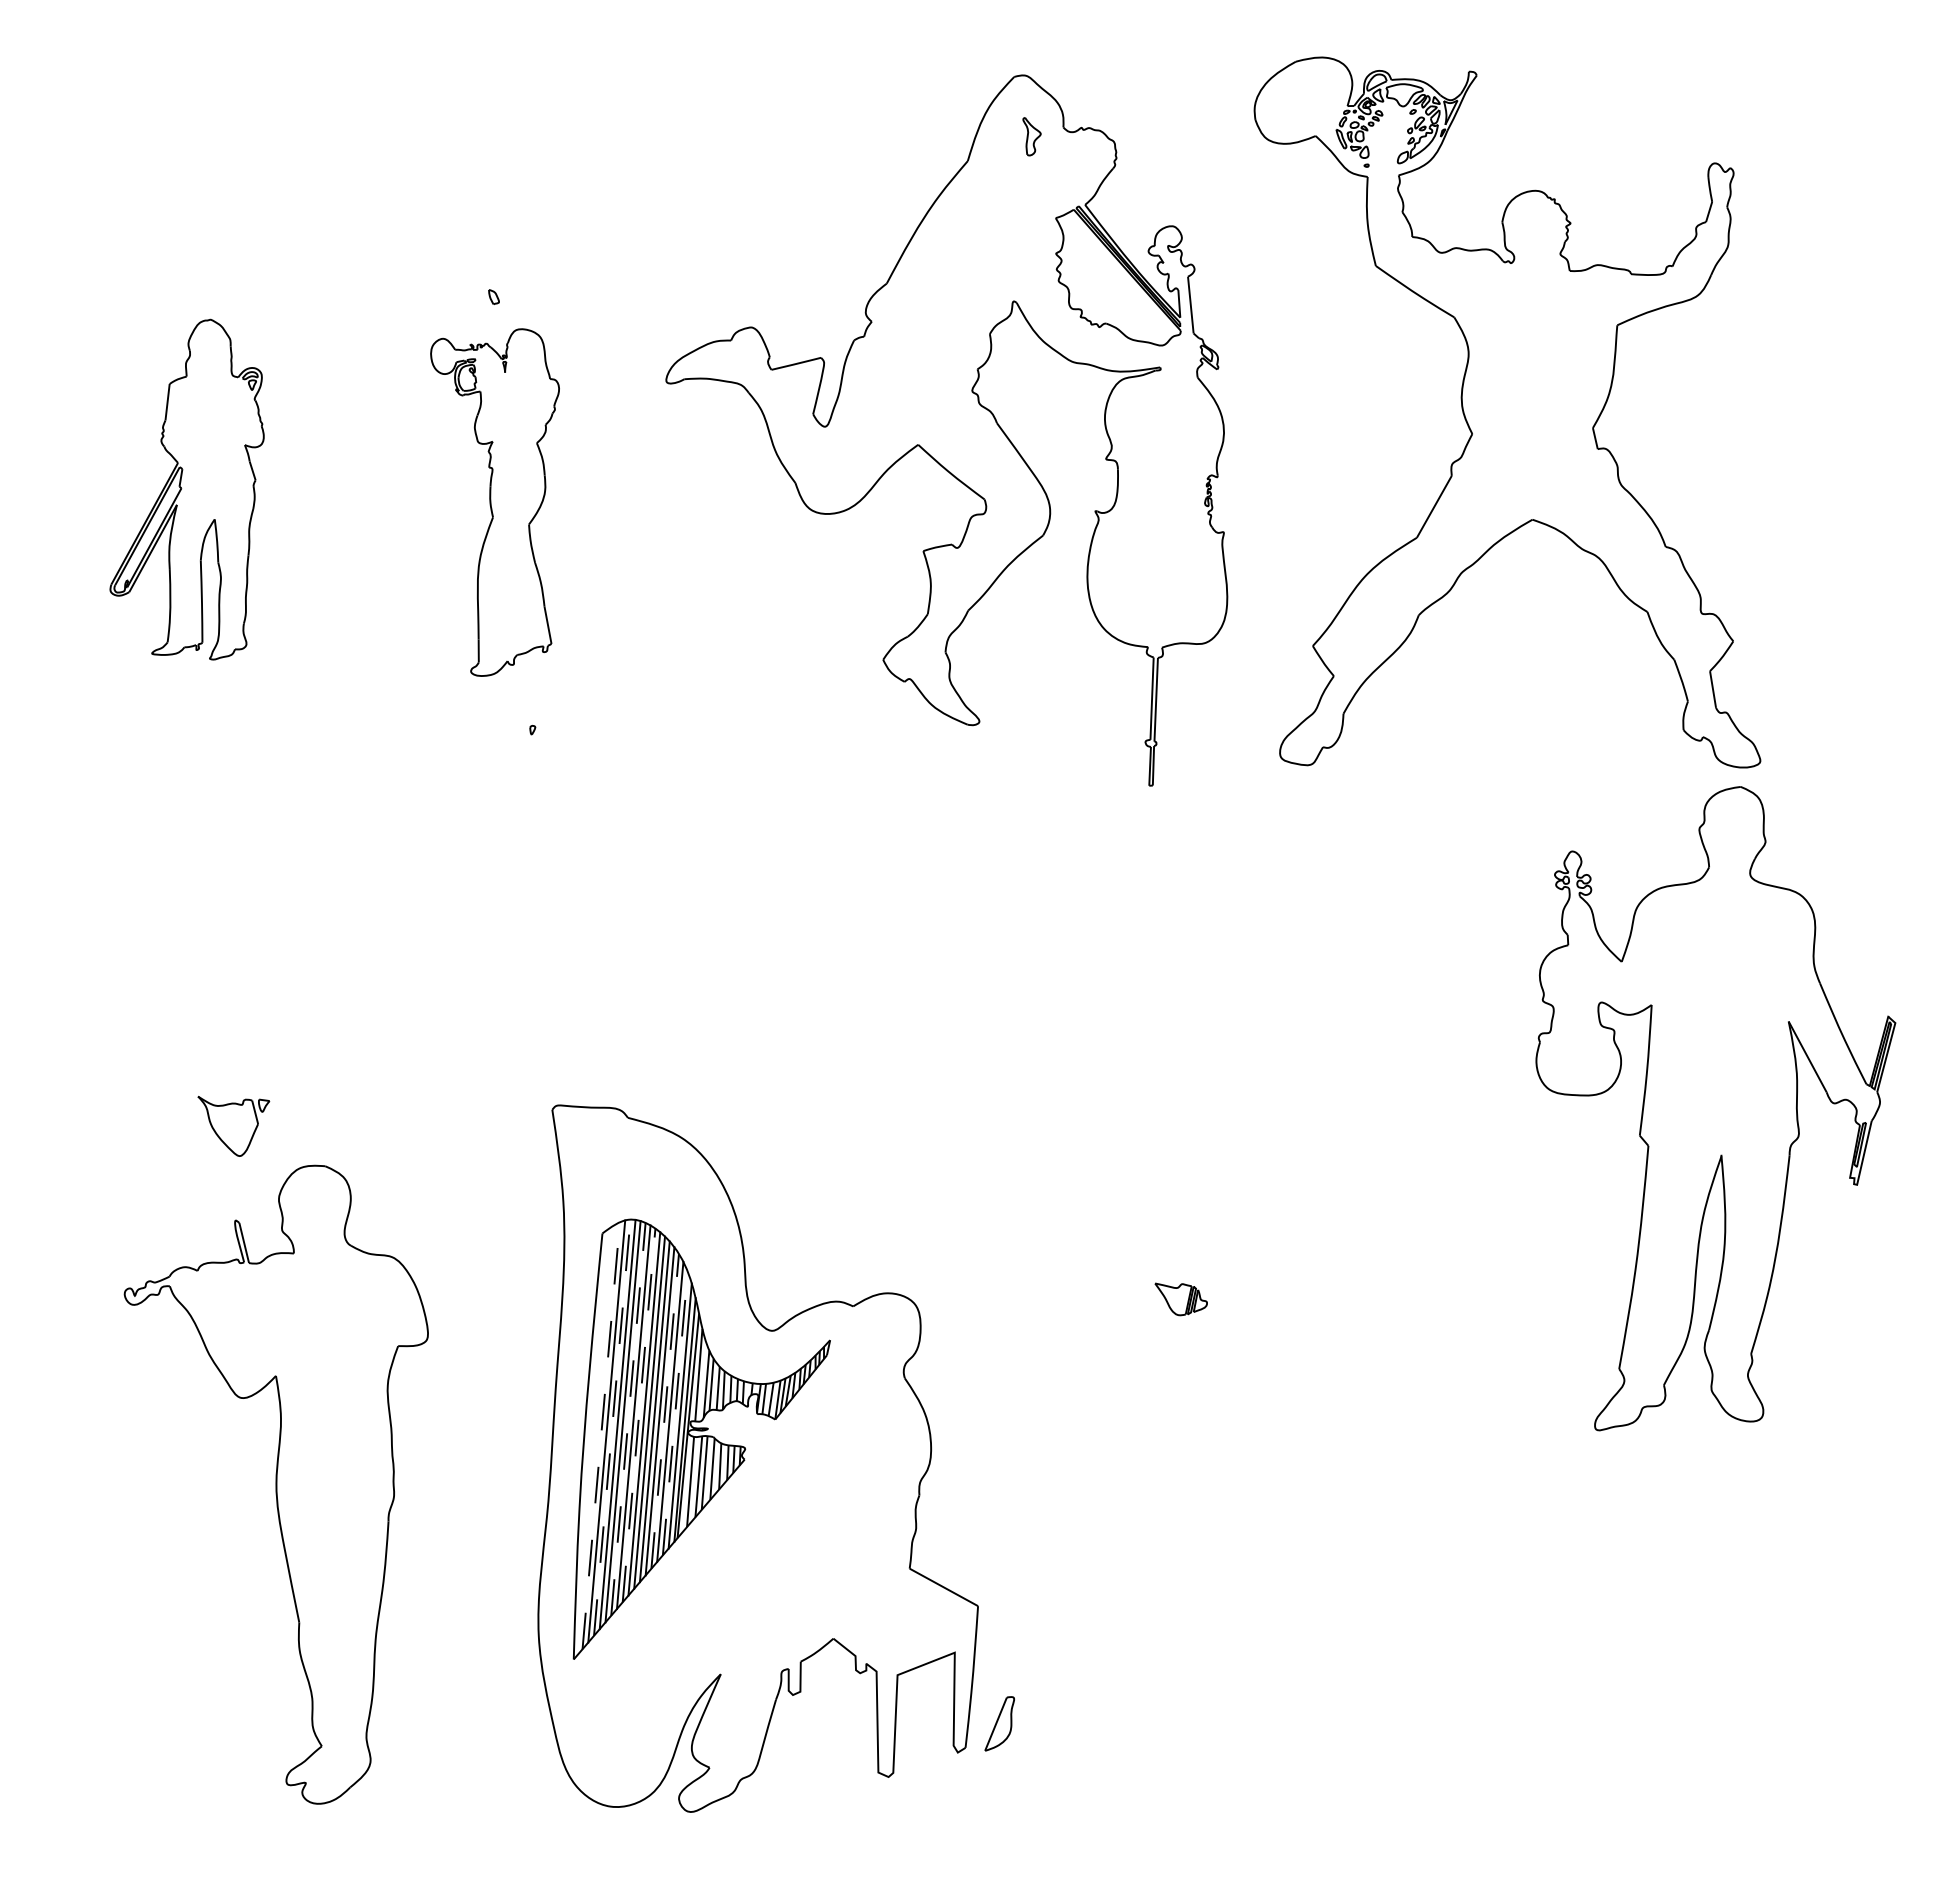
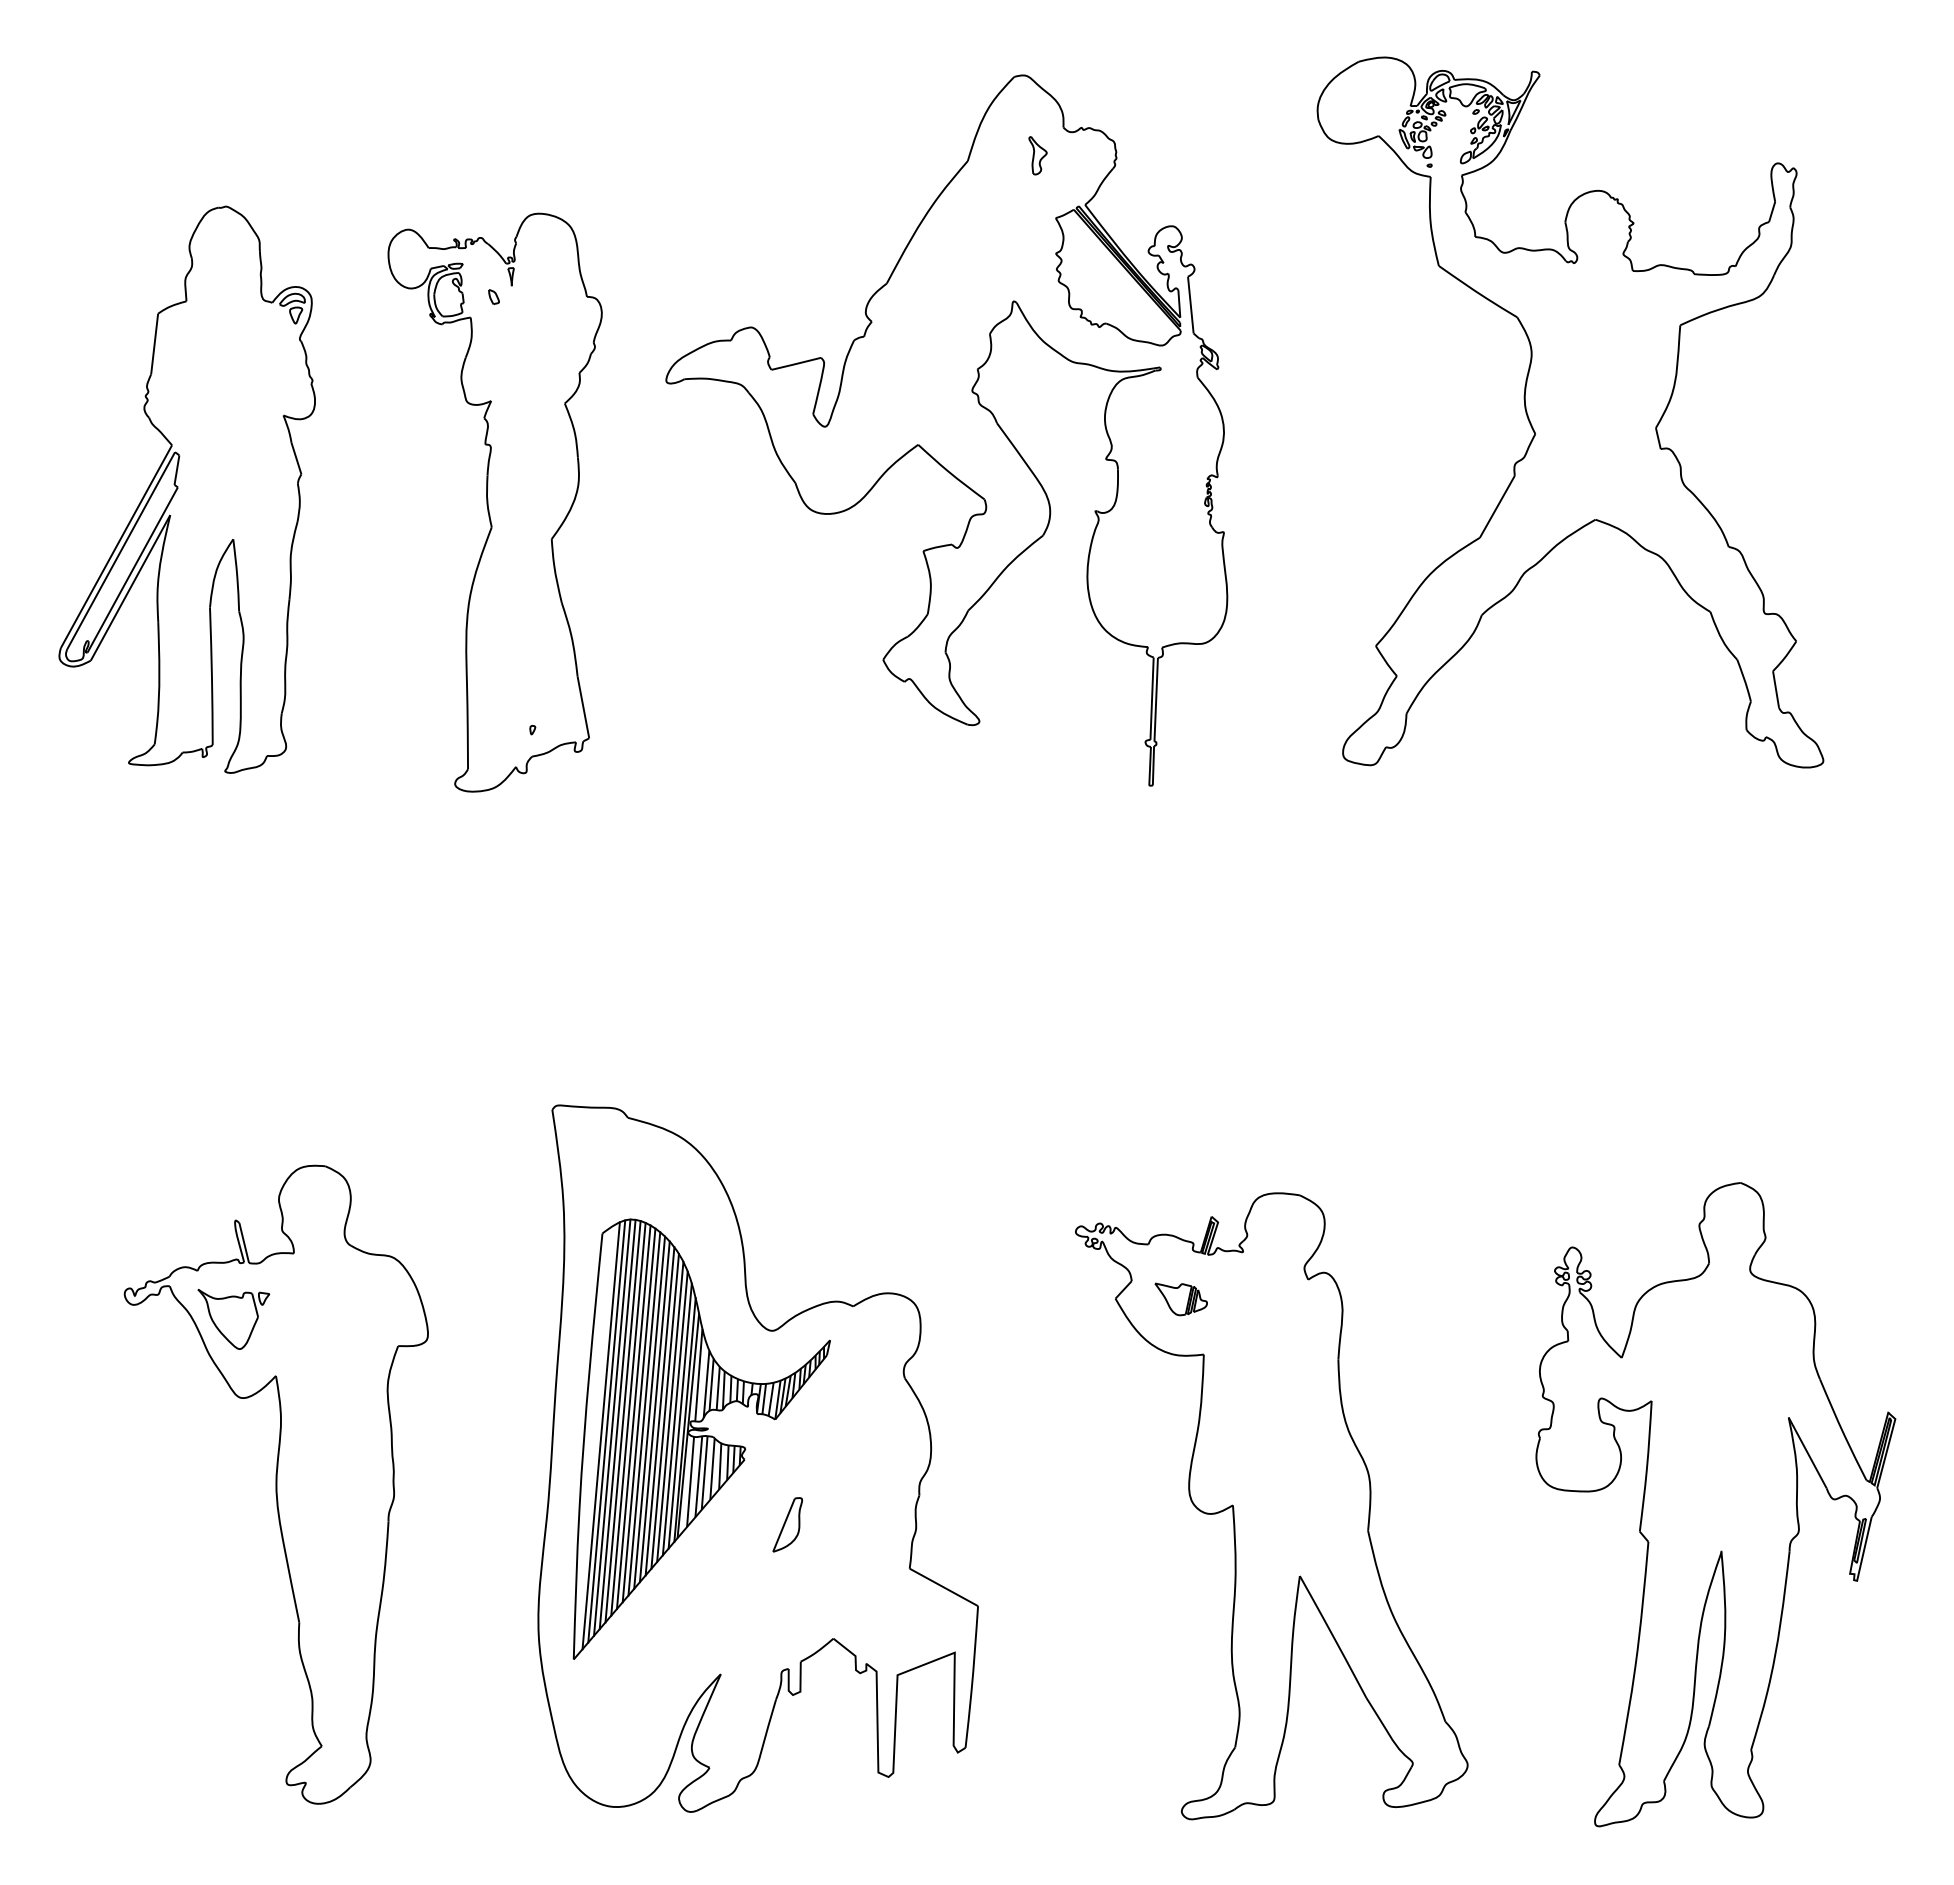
part at (1031, 136) position: (1031, 136) -> (1037, 155)
part at (1507, 412) position: (1507, 412) -> (1570, 412)
part at (186, 489) size: 156x343 px -> 258x569 px
part at (494, 502) size: 130x349 px -> 216x581 px
part at (1715, 1108) position: (1715, 1108) -> (1715, 1504)
part at (233, 1125) position: (233, 1125) -> (233, 1318)
line at (665, 1410): dashed -> solid
line at (675, 1412): dashed -> solid
line at (639, 1415): dashed -> solid
line at (628, 1418): dashed -> solid
line at (612, 1427): dashed -> solid
line at (601, 1435): dashed -> solid
part at (1271, 1506): none -> present
part at (999, 1723) position: (999, 1723) -> (787, 1524)
